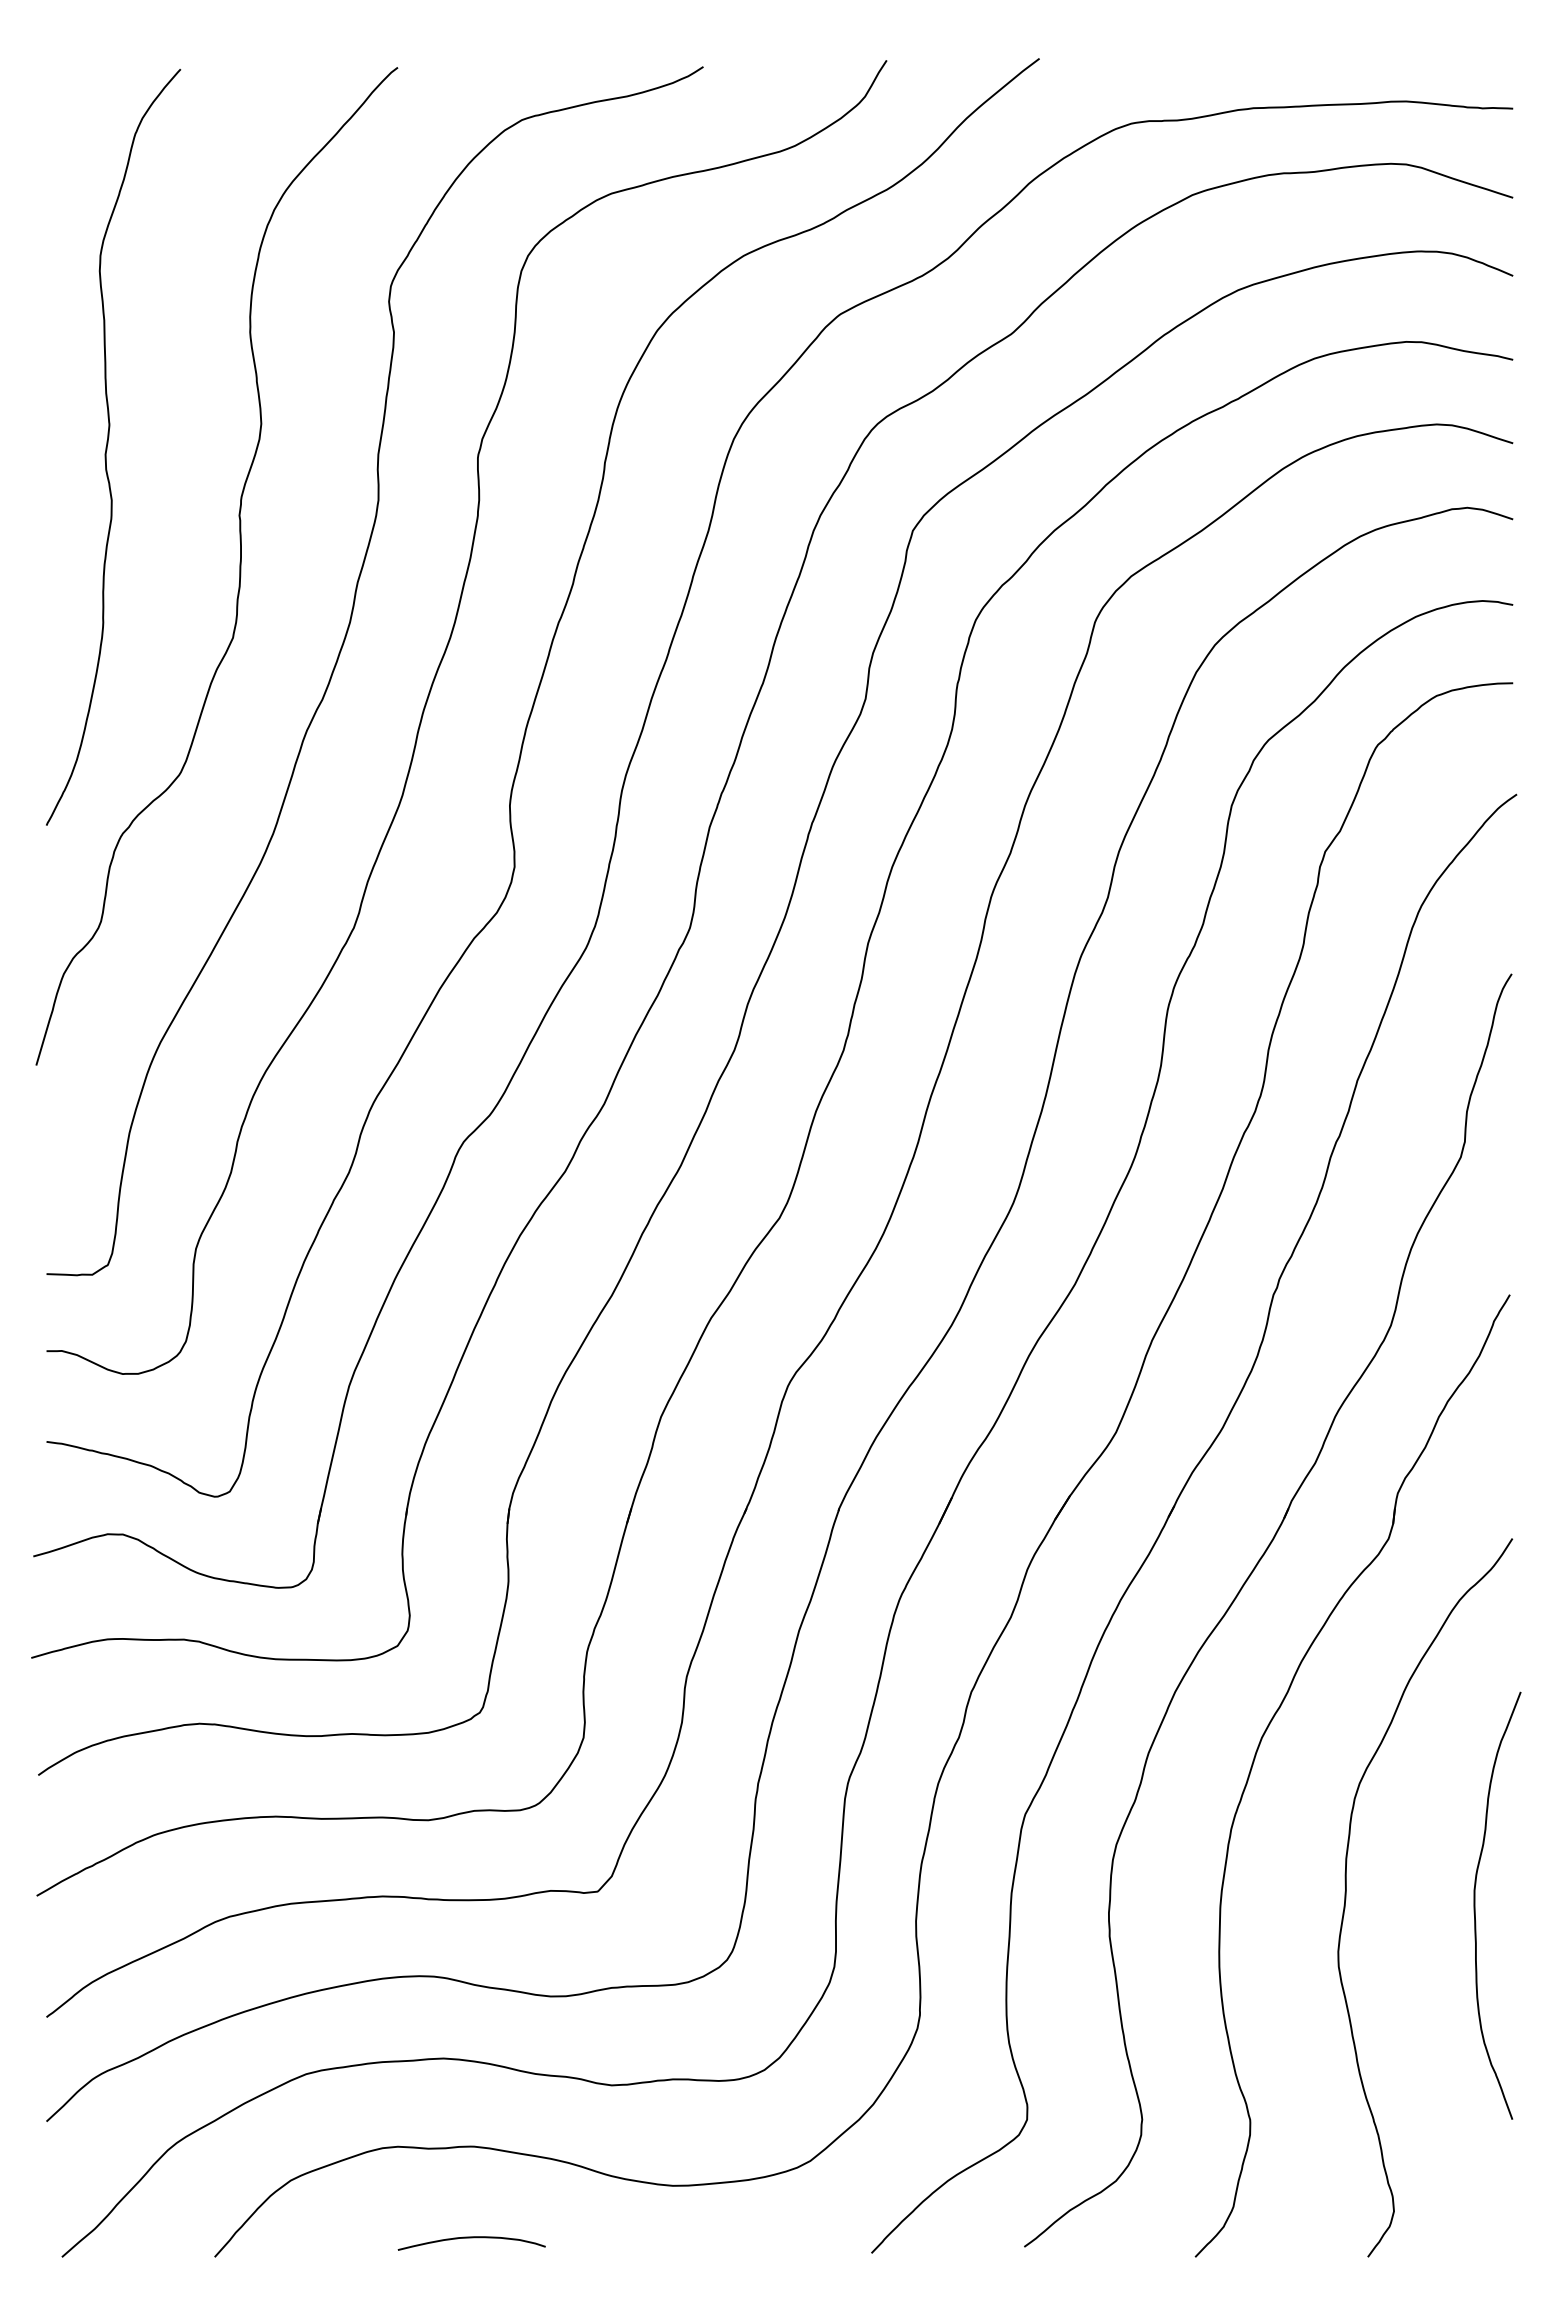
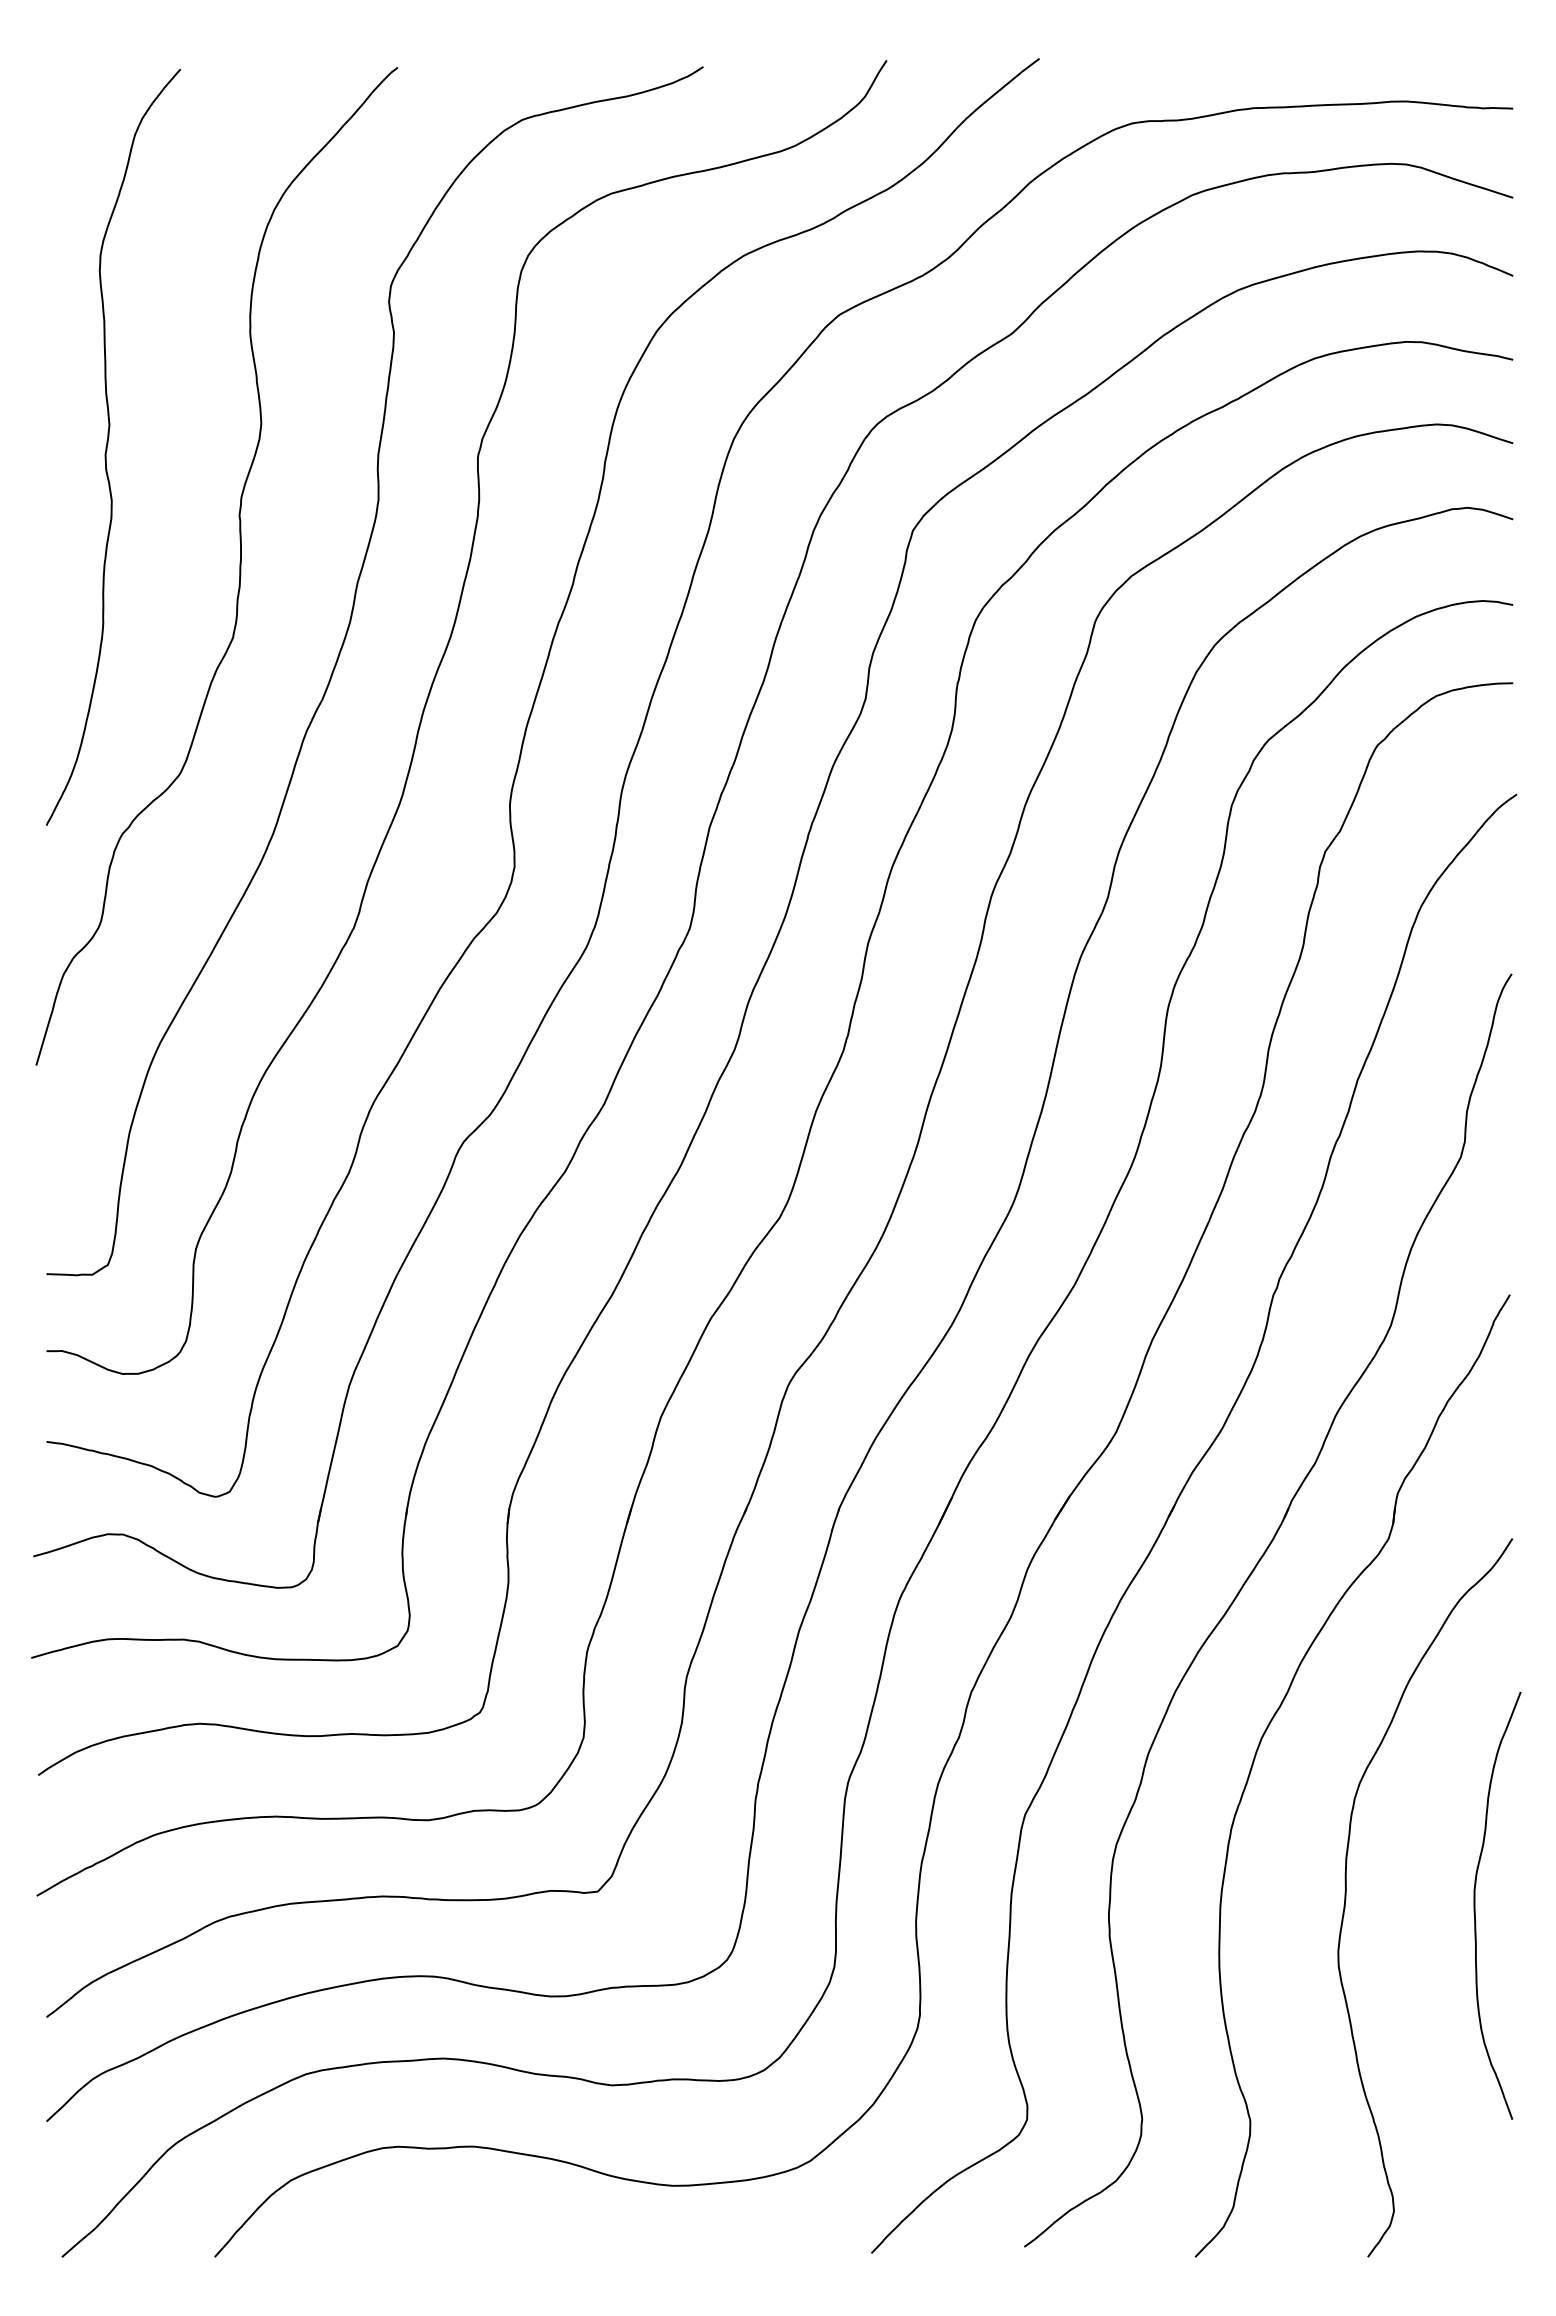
curve at (471, 2238): present -> none
